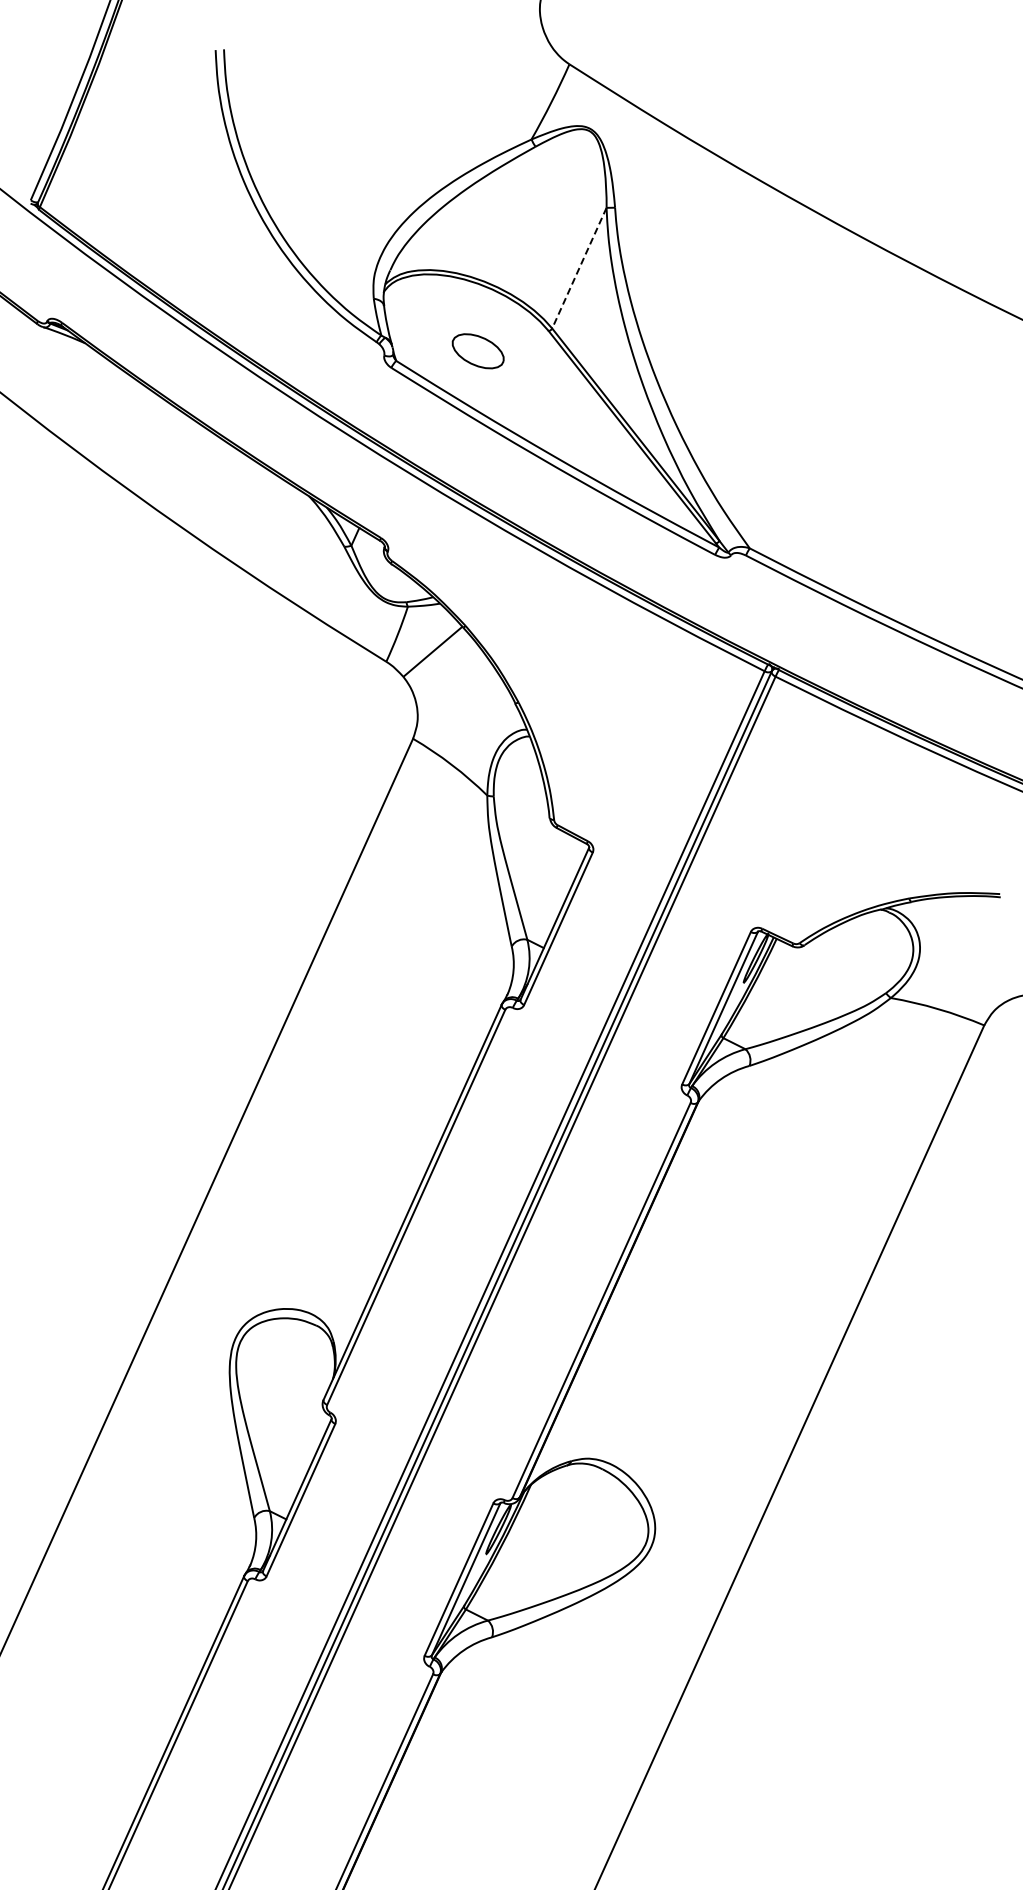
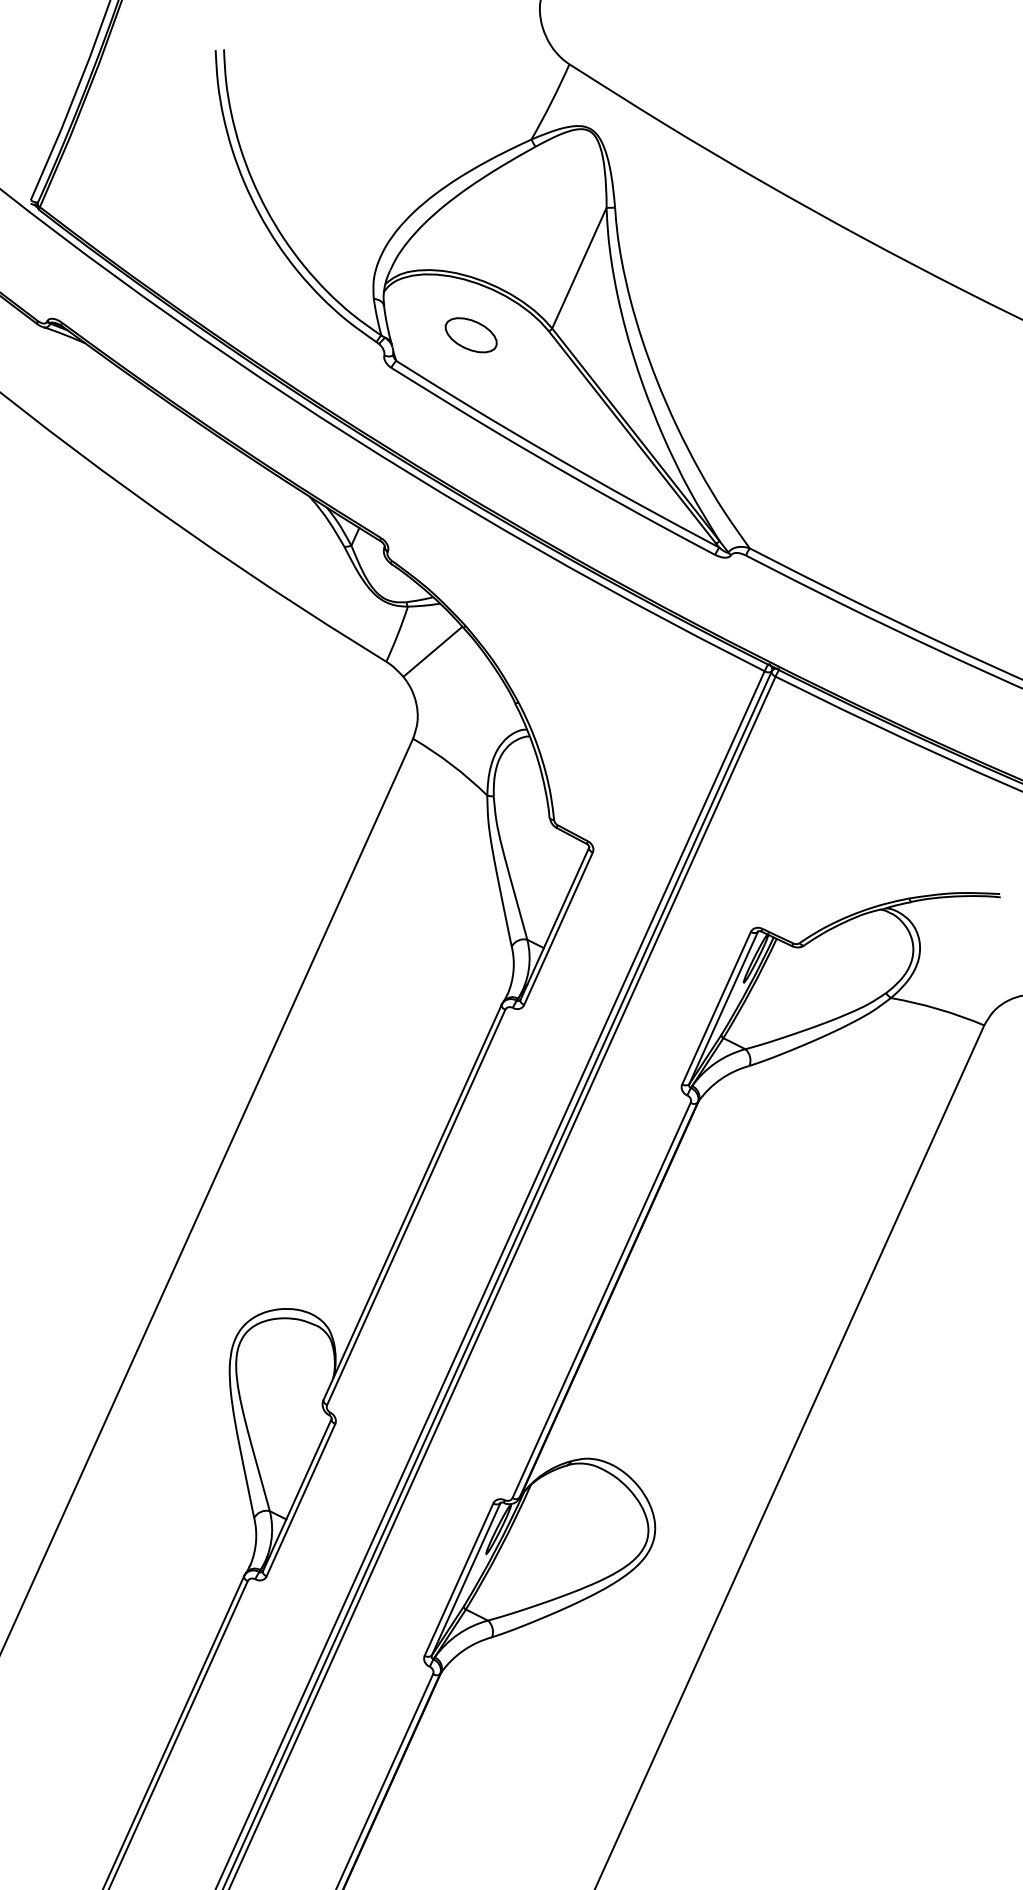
line at (579, 268): dashed -> solid
part at (477, 351) position: (477, 351) -> (470, 335)
